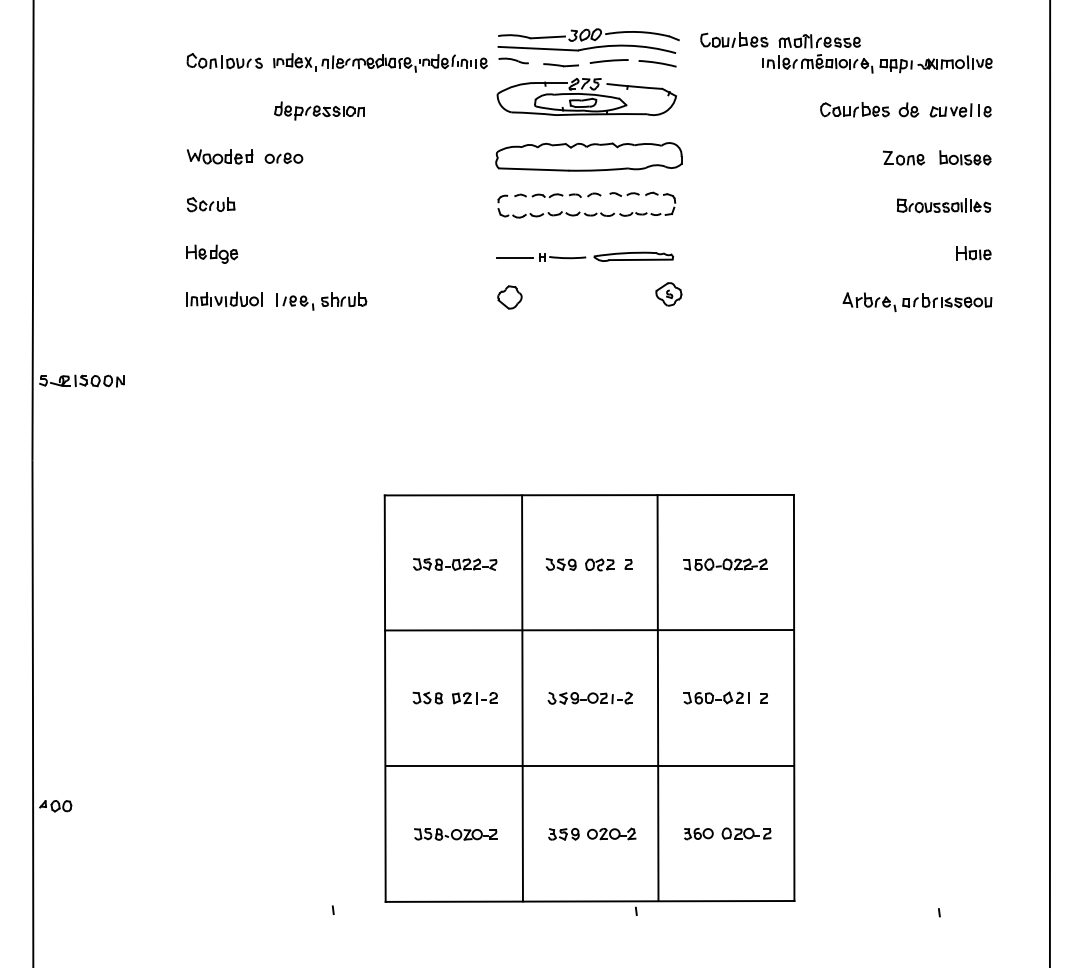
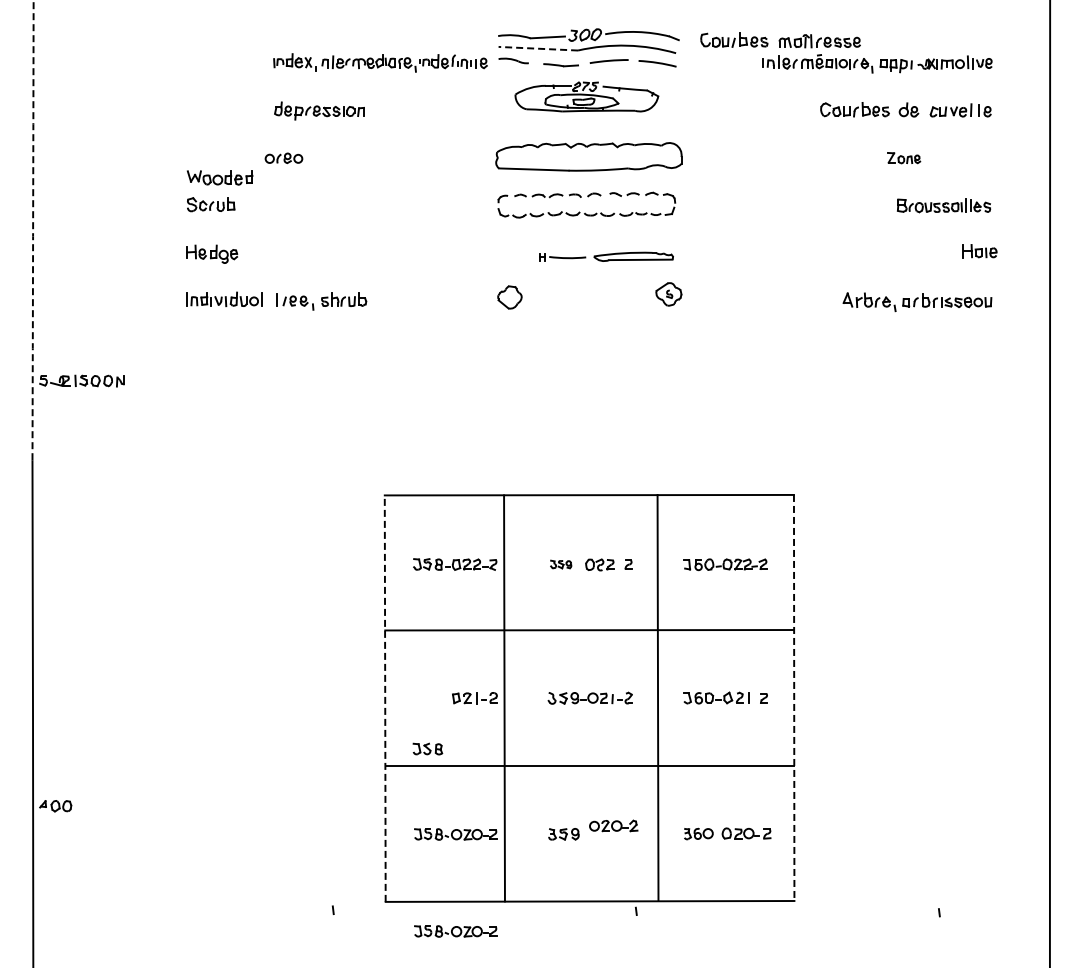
line at (538, 48): solid -> dashed
part at (224, 61): present -> none
part at (586, 96) size: 182x38 px -> 146x32 px
part at (220, 156) position: (220, 156) -> (220, 177)
part at (904, 157) size: 43x16 px -> 35x13 px
part at (965, 157): present -> none
arc at (33, 229): solid -> dashed
part at (973, 253) position: (973, 253) -> (979, 251)
line at (515, 257): present -> none
part at (560, 564) size: 32x13 px -> 23x11 px
part at (427, 697) position: (427, 697) -> (427, 748)
line at (385, 698): solid -> dashed
line at (522, 698) position: (522, 698) -> (504, 698)
line at (794, 698): solid -> dashed
part at (611, 833) position: (611, 833) -> (613, 825)
part at (455, 931): none -> present
